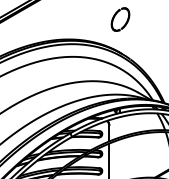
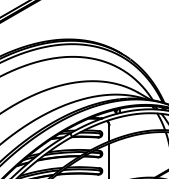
part at (120, 19): present -> none
